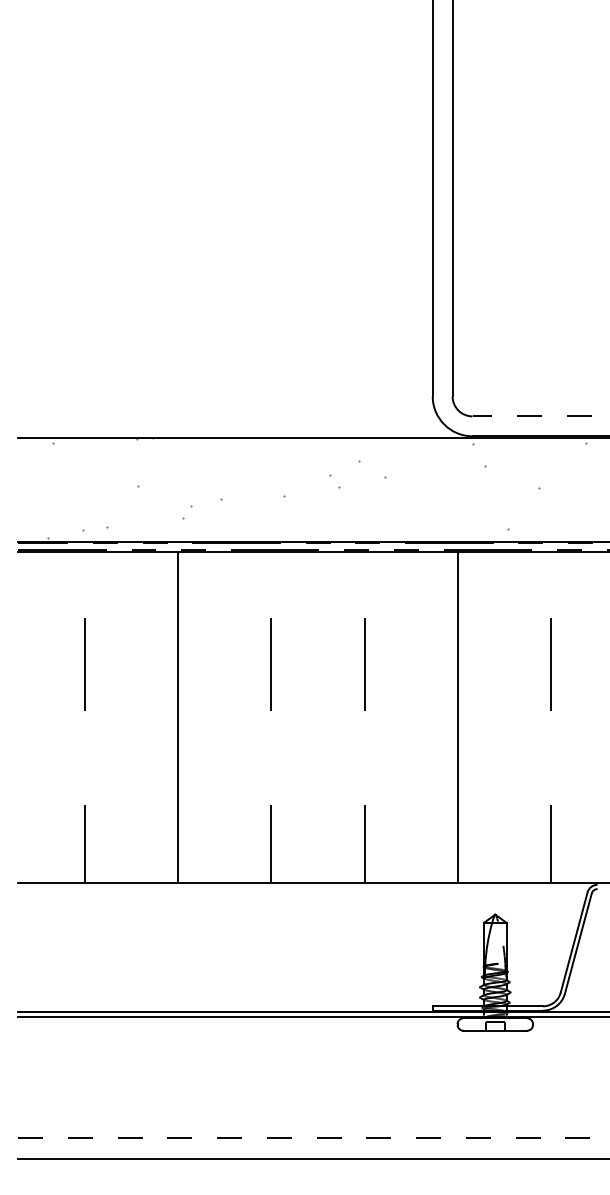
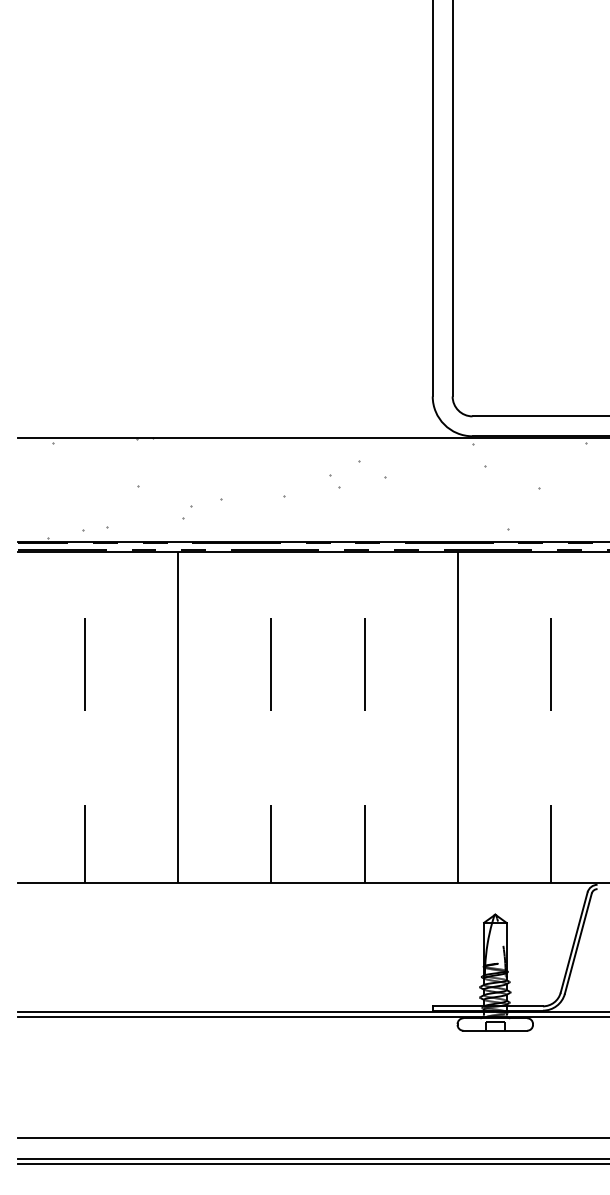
line at (540, 416): dashed -> solid
line at (314, 1138): dashed -> solid
line at (312, 1164): none -> present
